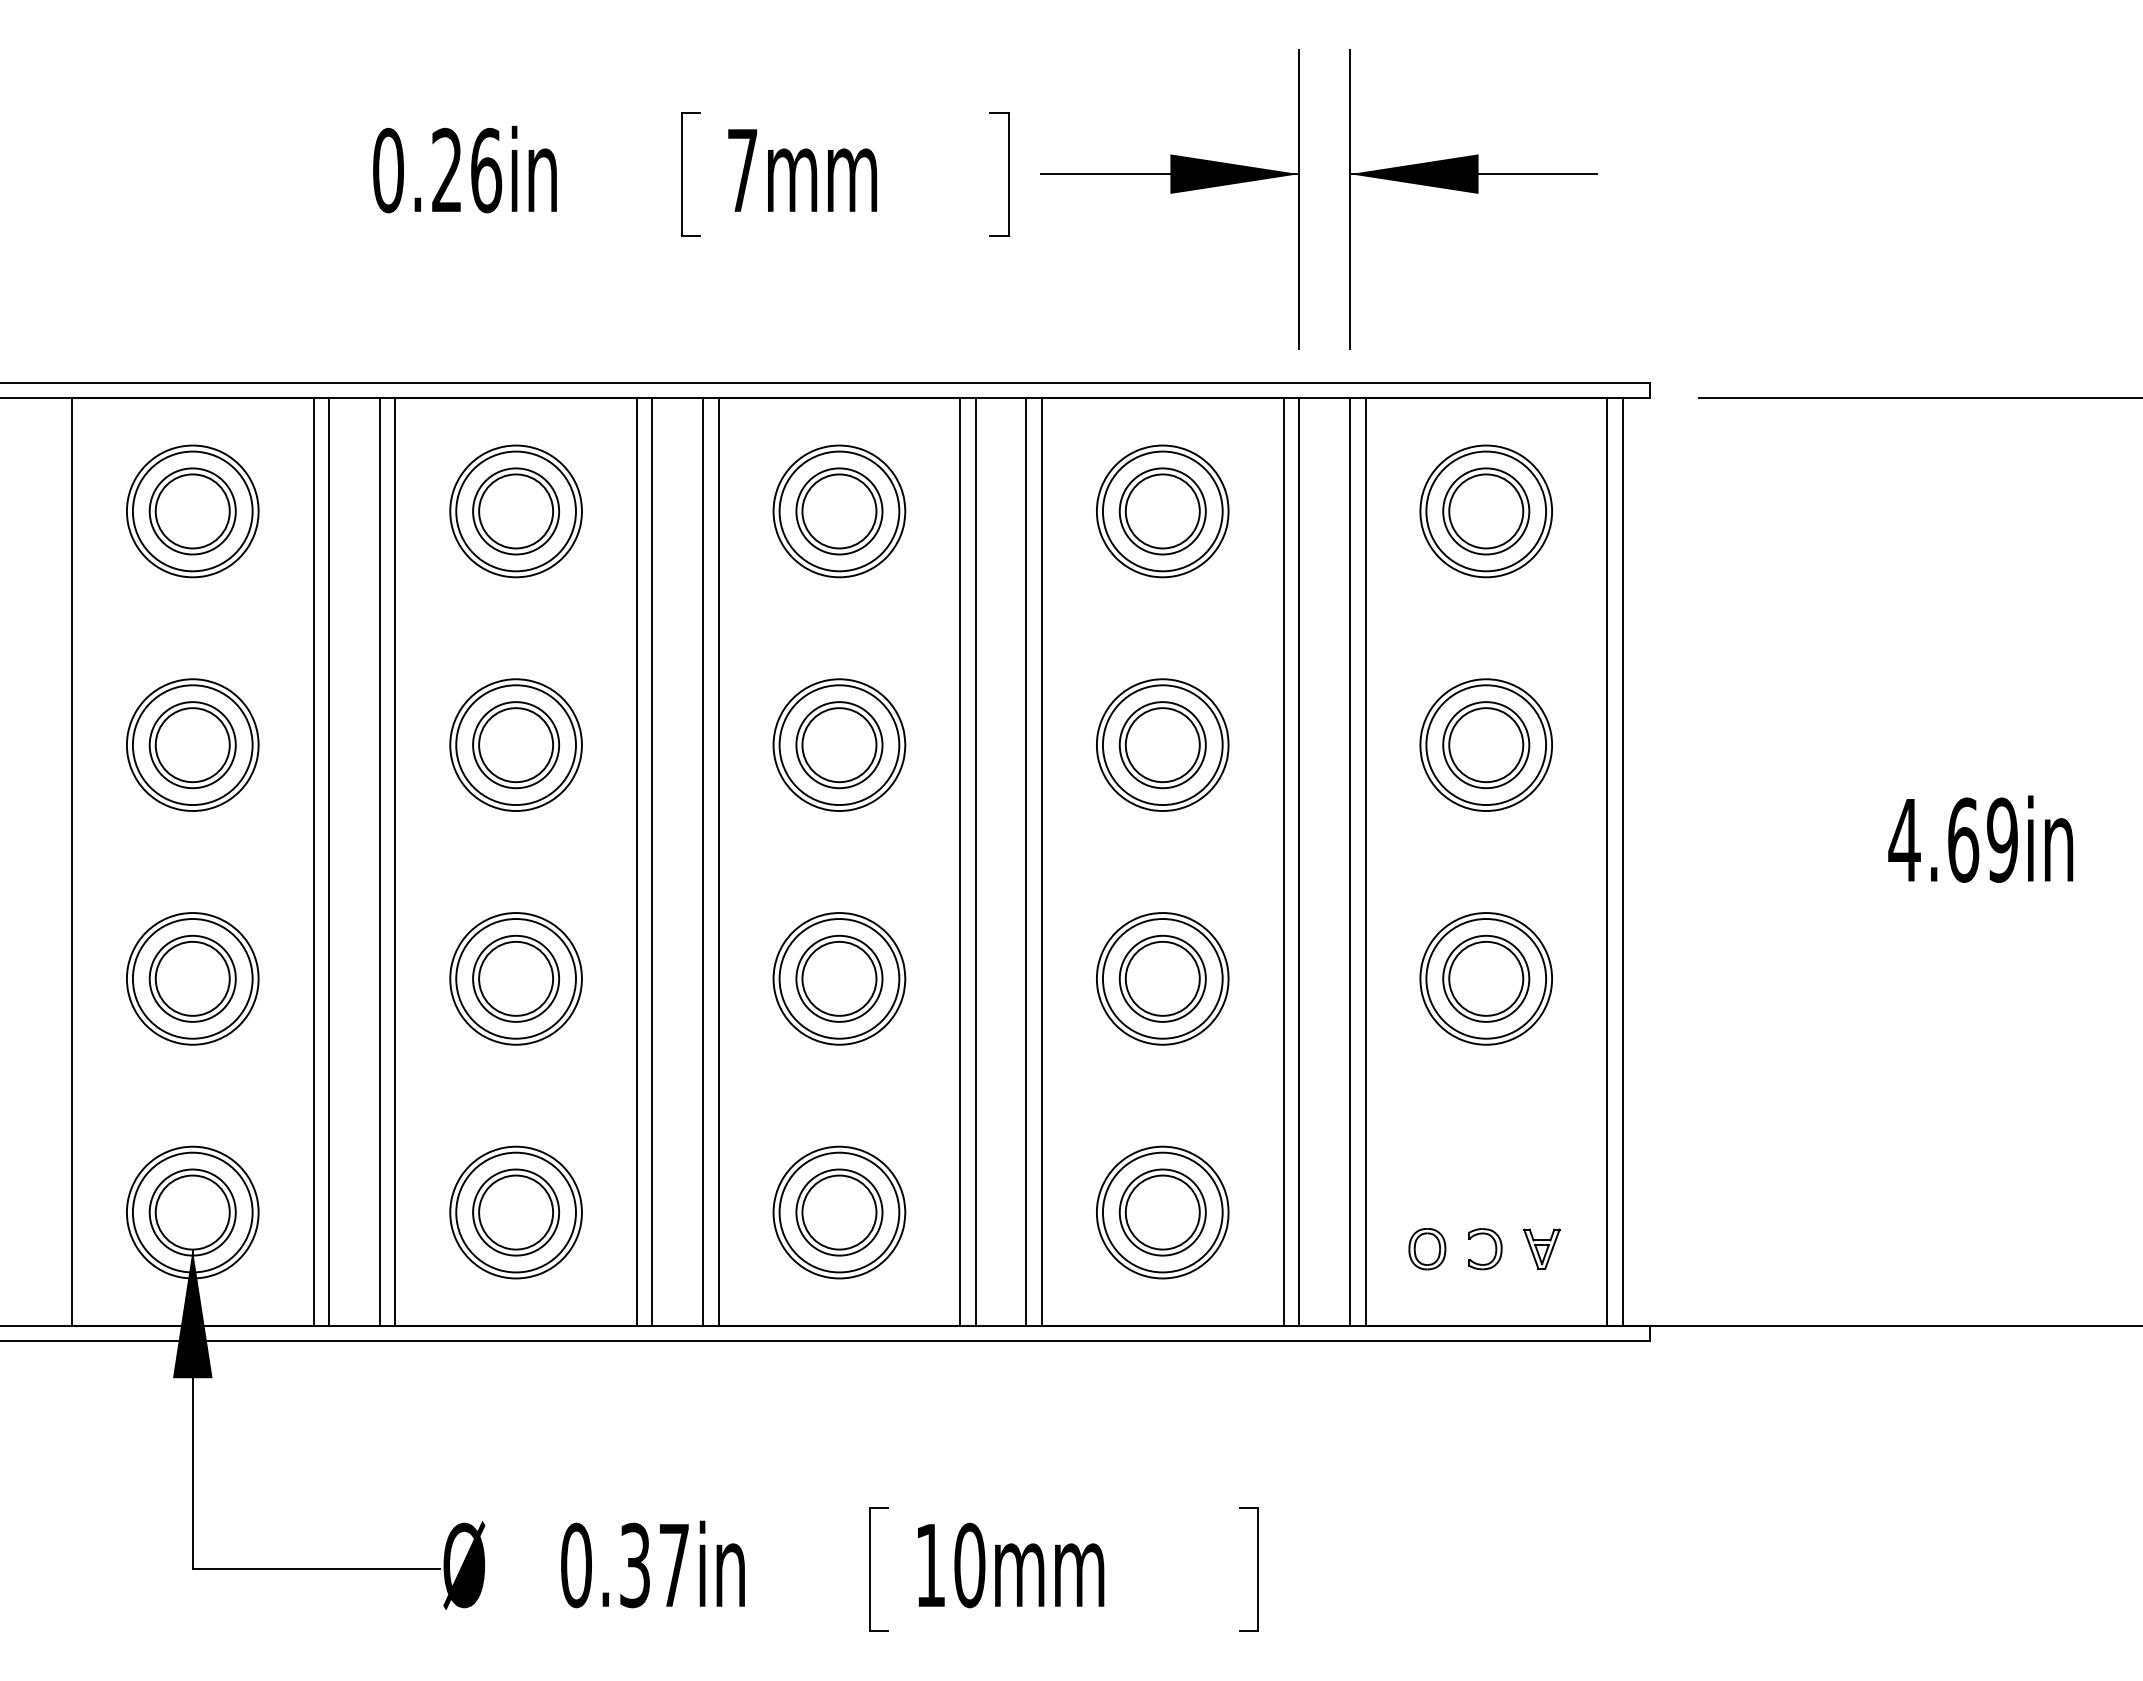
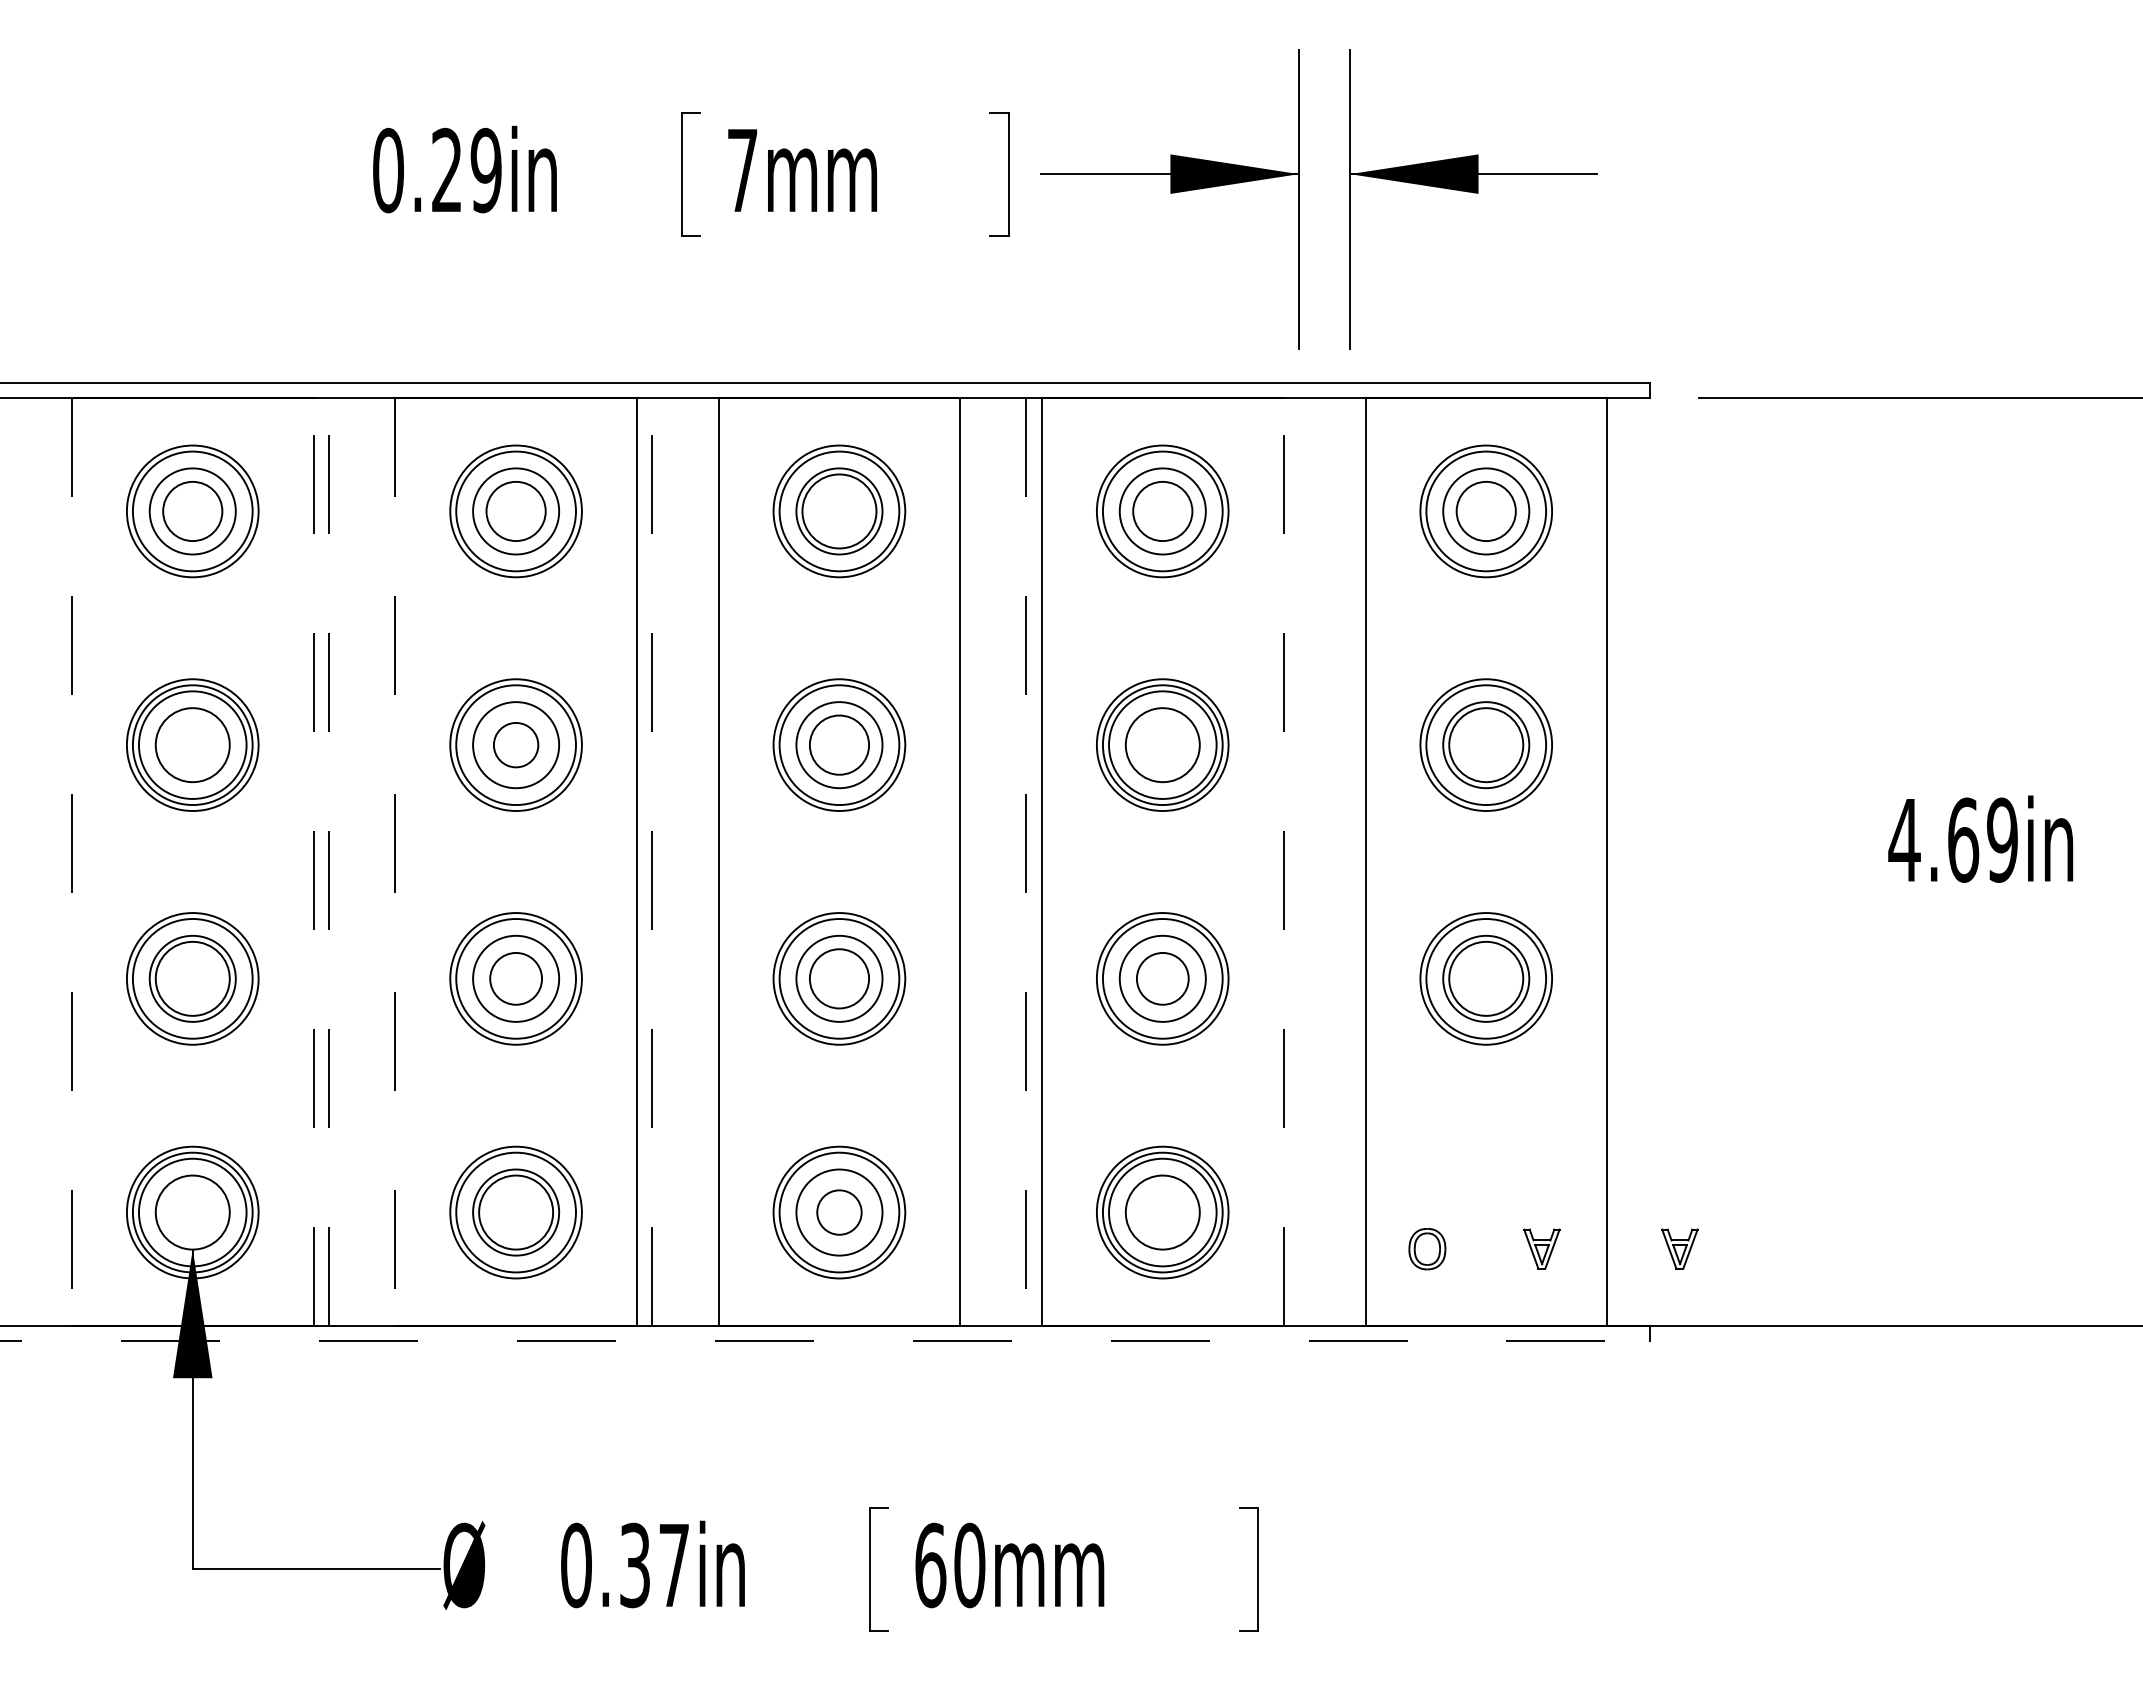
text at (486, 170): 0.26in -> 0.29in
circle at (192, 511) diameter: 74 px -> 59 px
circle at (516, 511) diameter: 74 px -> 59 px
circle at (1162, 511) diameter: 74 px -> 59 px
circle at (1486, 511) diameter: 74 px -> 59 px
circle at (192, 745) diameter: 86 px -> 108 px
circle at (516, 745) diameter: 74 px -> 44 px
circle at (839, 745) diameter: 74 px -> 59 px
circle at (1162, 745) diameter: 86 px -> 108 px
line at (379, 861): present -> none
line at (703, 861): present -> none
line at (975, 861): present -> none
line at (1299, 861): present -> none
line at (1349, 861): present -> none
line at (1622, 861): present -> none
line at (72, 862): solid -> dashed
line at (313, 862): solid -> dashed
line at (329, 862): solid -> dashed
line at (395, 862): solid -> dashed
line at (652, 862): solid -> dashed
line at (1026, 862): solid -> dashed
line at (1283, 862): solid -> dashed
circle at (516, 978) diameter: 74 px -> 52 px
circle at (839, 978) diameter: 74 px -> 59 px
circle at (1162, 978) diameter: 74 px -> 52 px
circle at (192, 1212) diameter: 86 px -> 108 px
circle at (839, 1212) diameter: 74 px -> 44 px
circle at (1162, 1212) diameter: 86 px -> 108 px
part at (1679, 1248): none -> present
part at (1495, 1249): present -> none
line at (825, 1341): solid -> dashed
text at (930, 1565): 10mm -> 60mm
